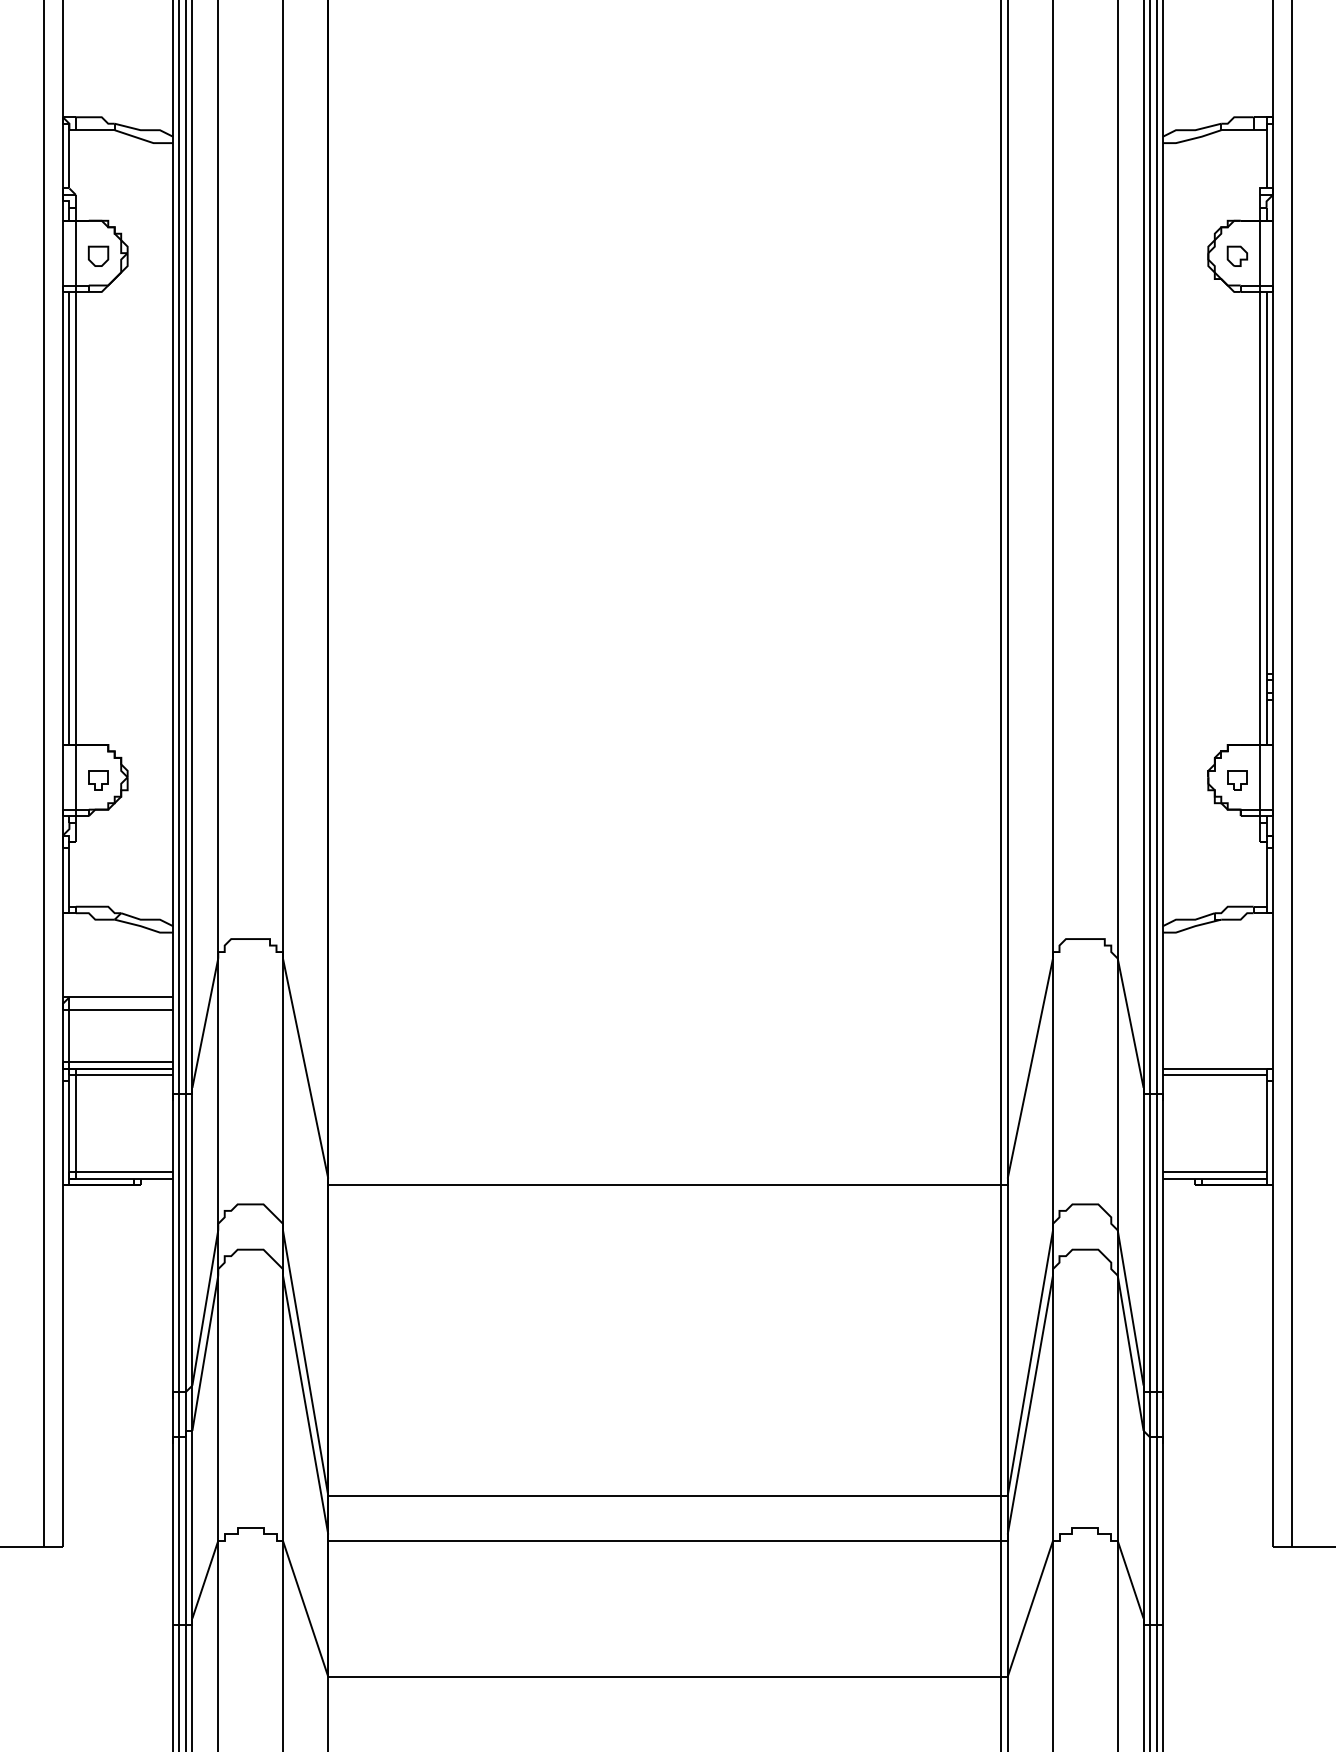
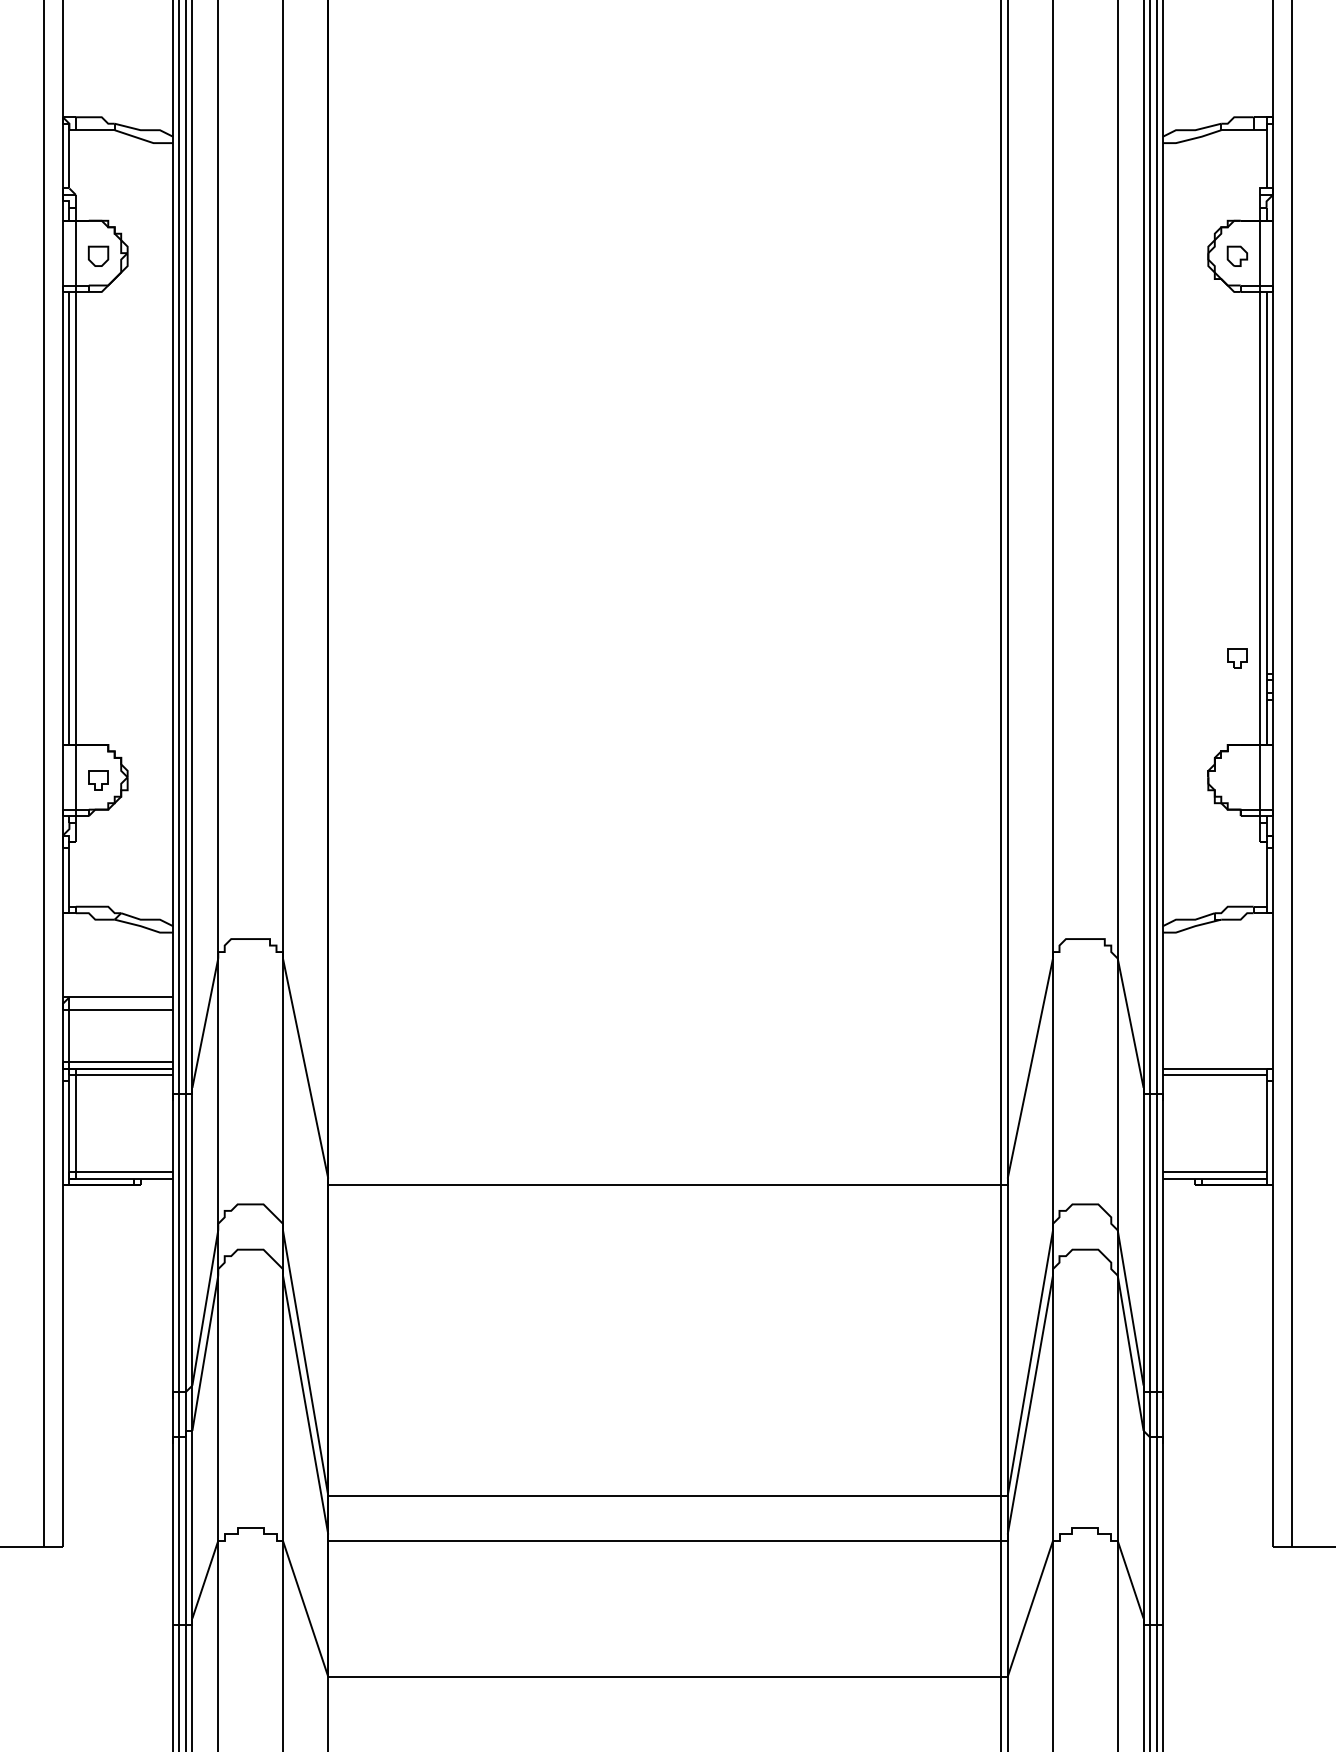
part at (1237, 780) position: (1237, 780) -> (1237, 658)
